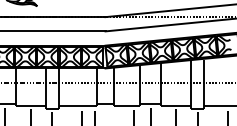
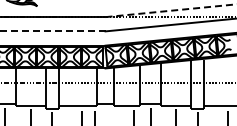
line at (171, 10): solid -> dashed
line at (52, 31): solid -> dashed
